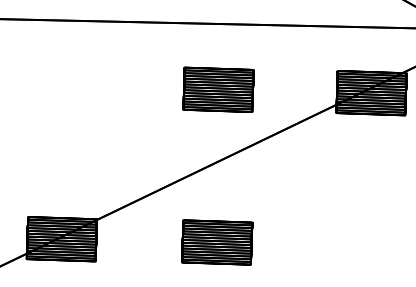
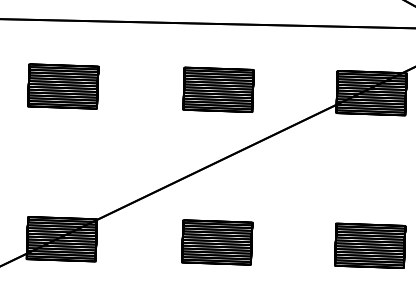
part at (63, 86): none -> present
part at (370, 245): none -> present
